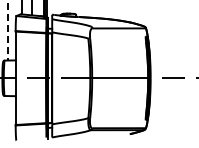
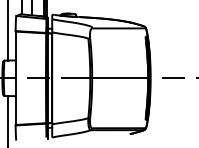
line at (7, 30): dashed -> solid
line at (7, 120): none -> present
